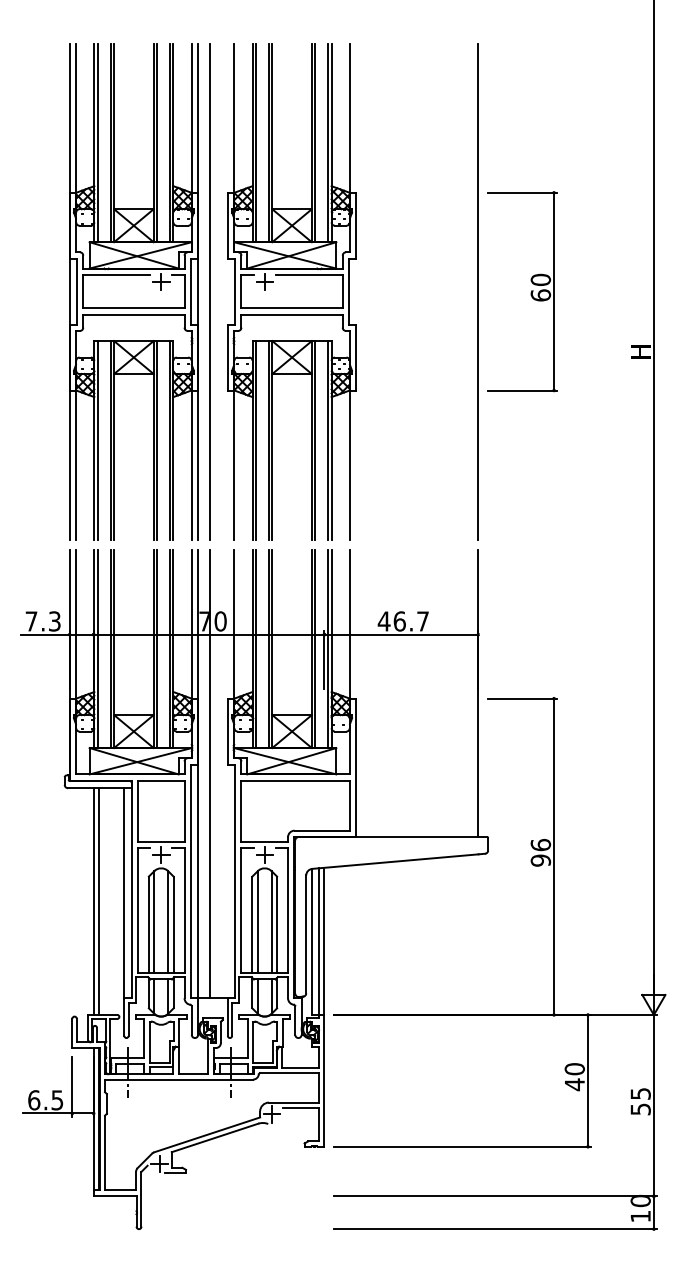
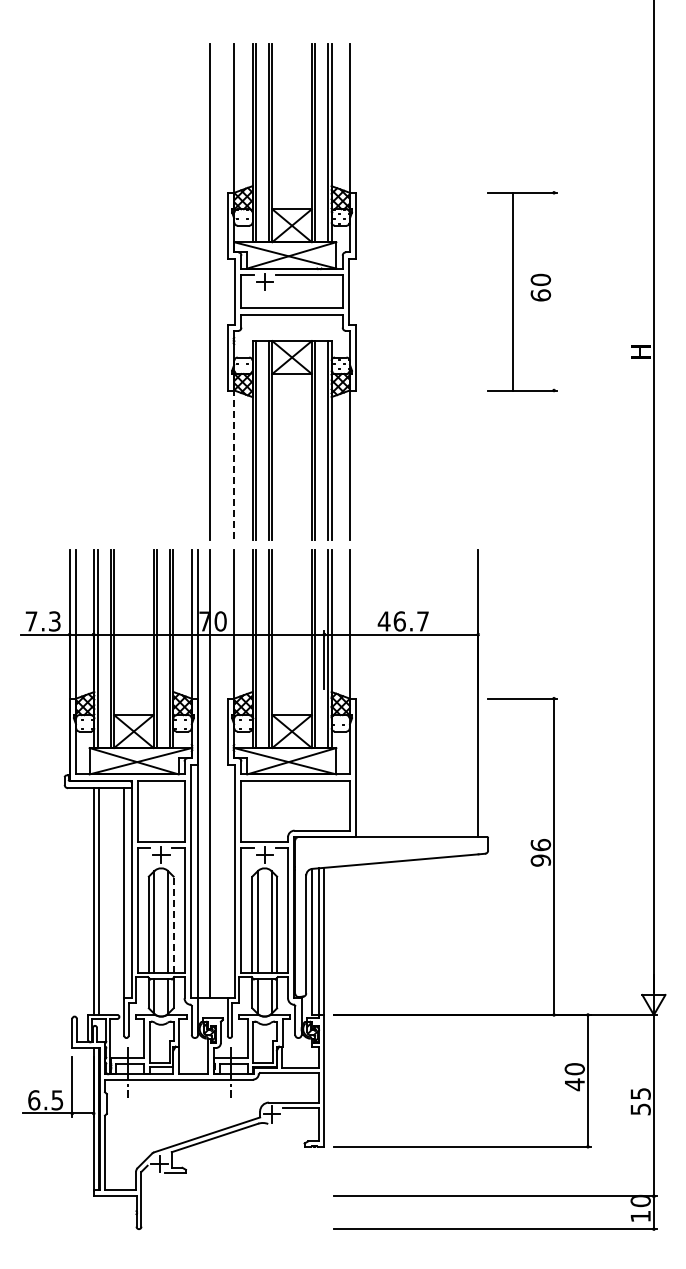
part at (133, 291): present -> none
line at (478, 291): present -> none
line at (554, 291) position: (554, 291) -> (513, 291)
line at (234, 464): solid -> dashed
line at (173, 924): solid -> dashed
